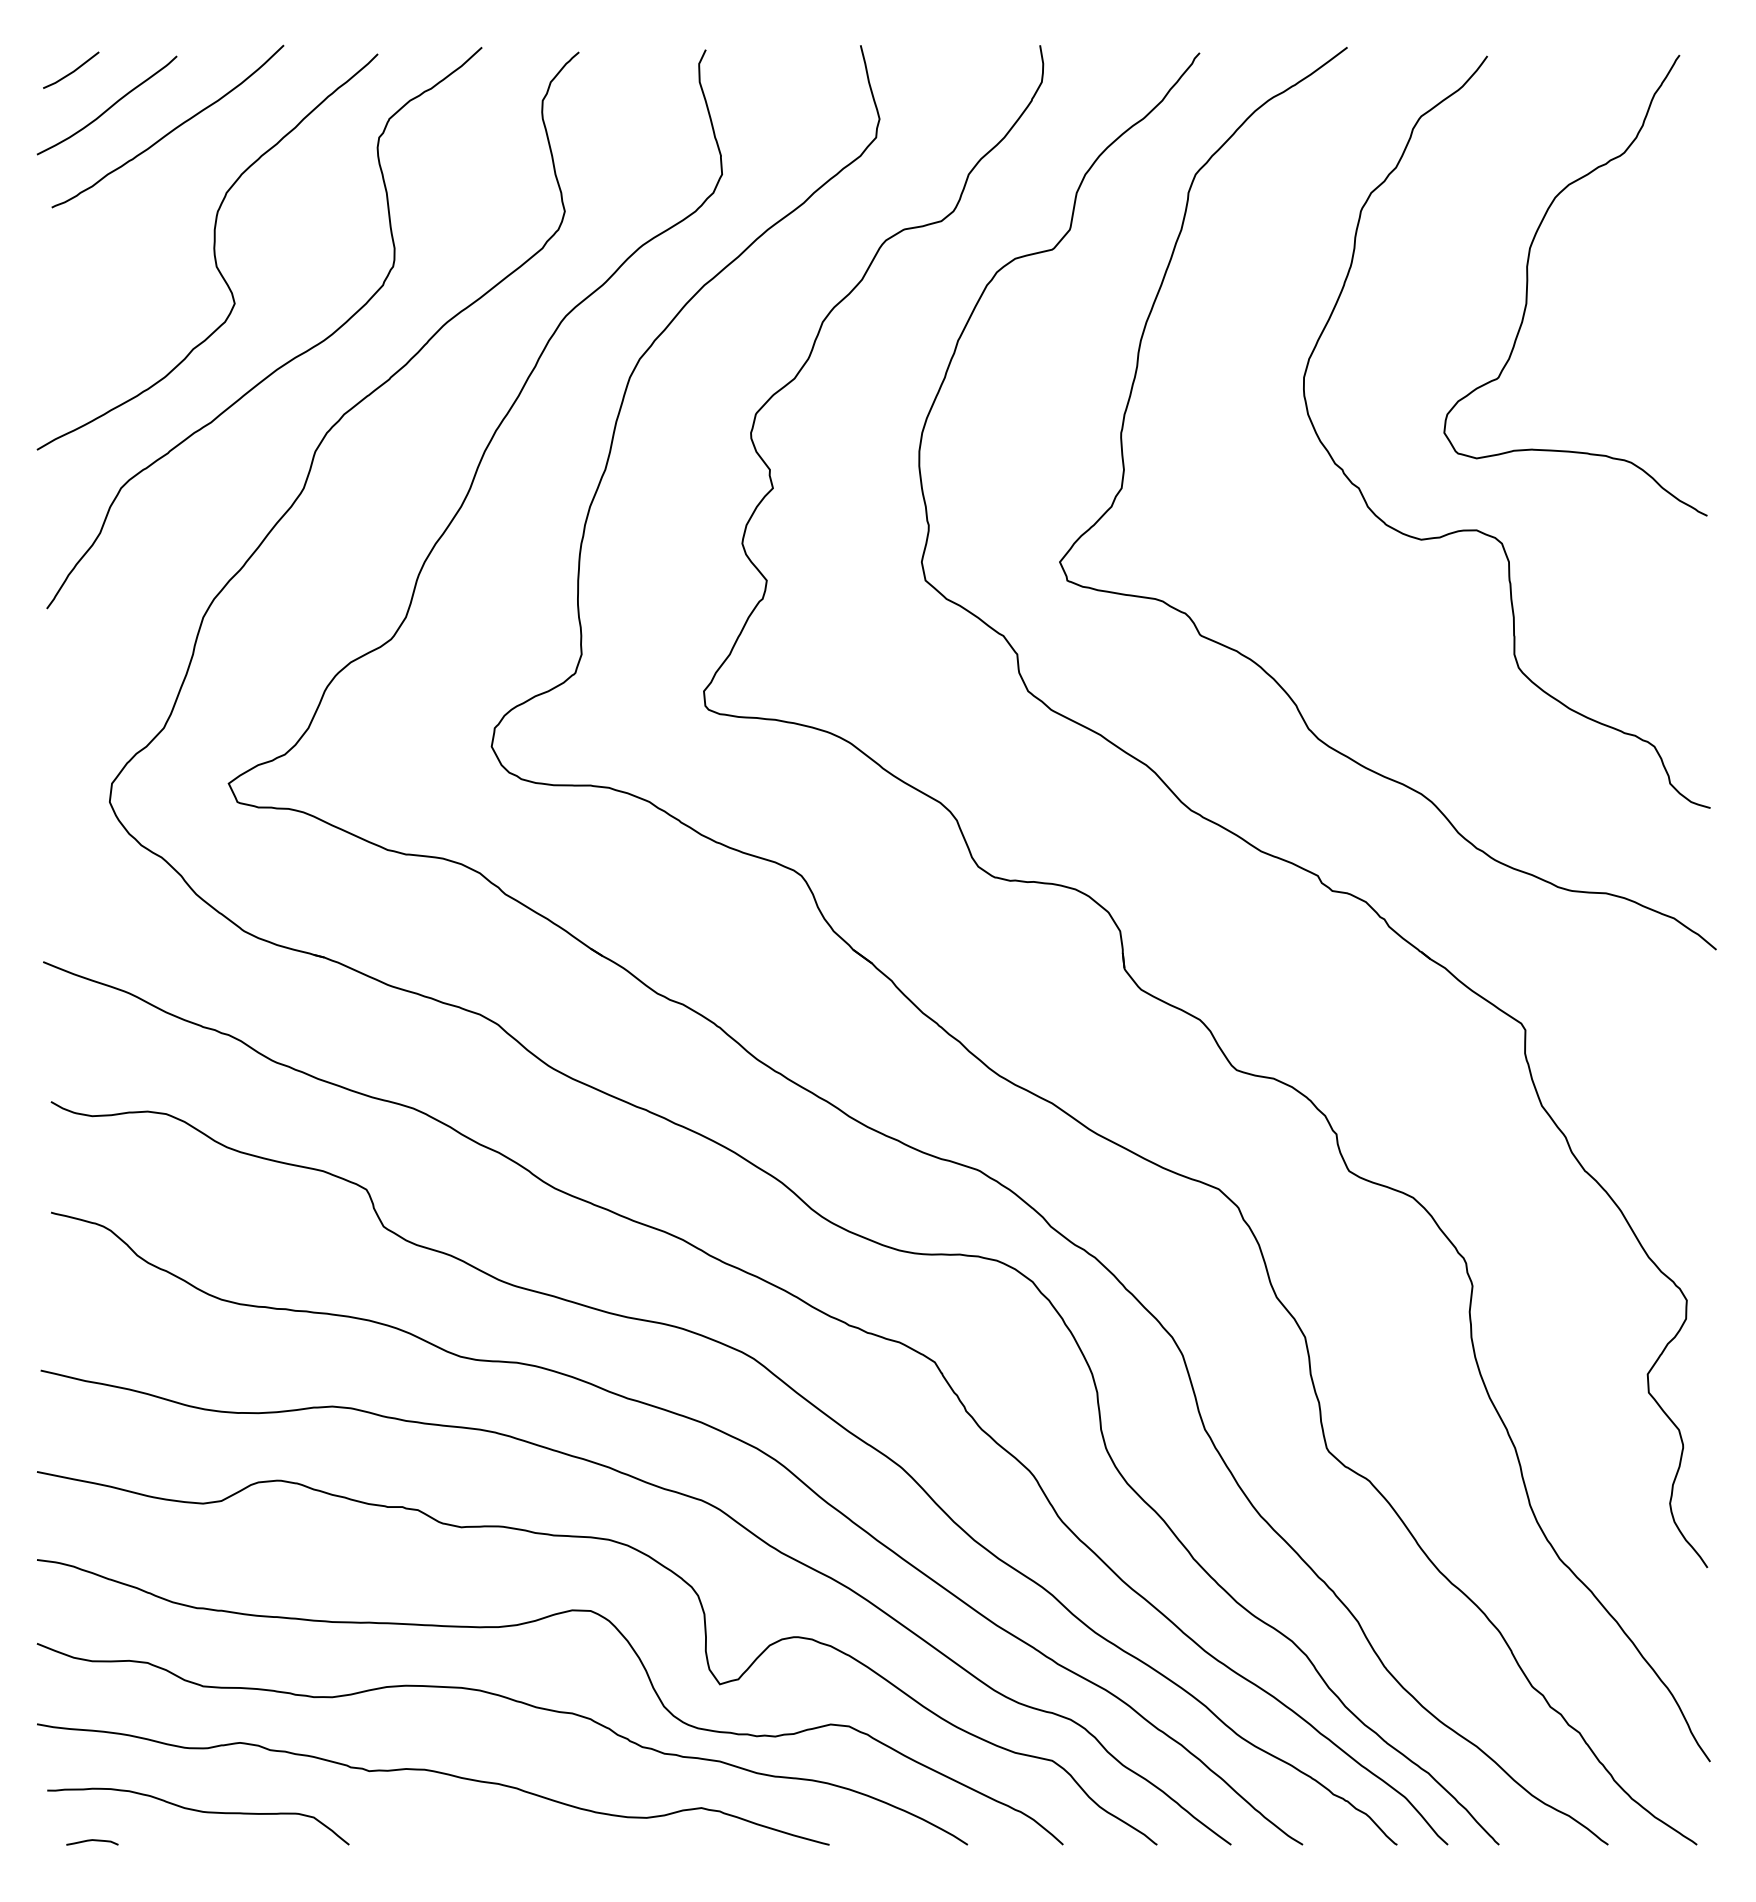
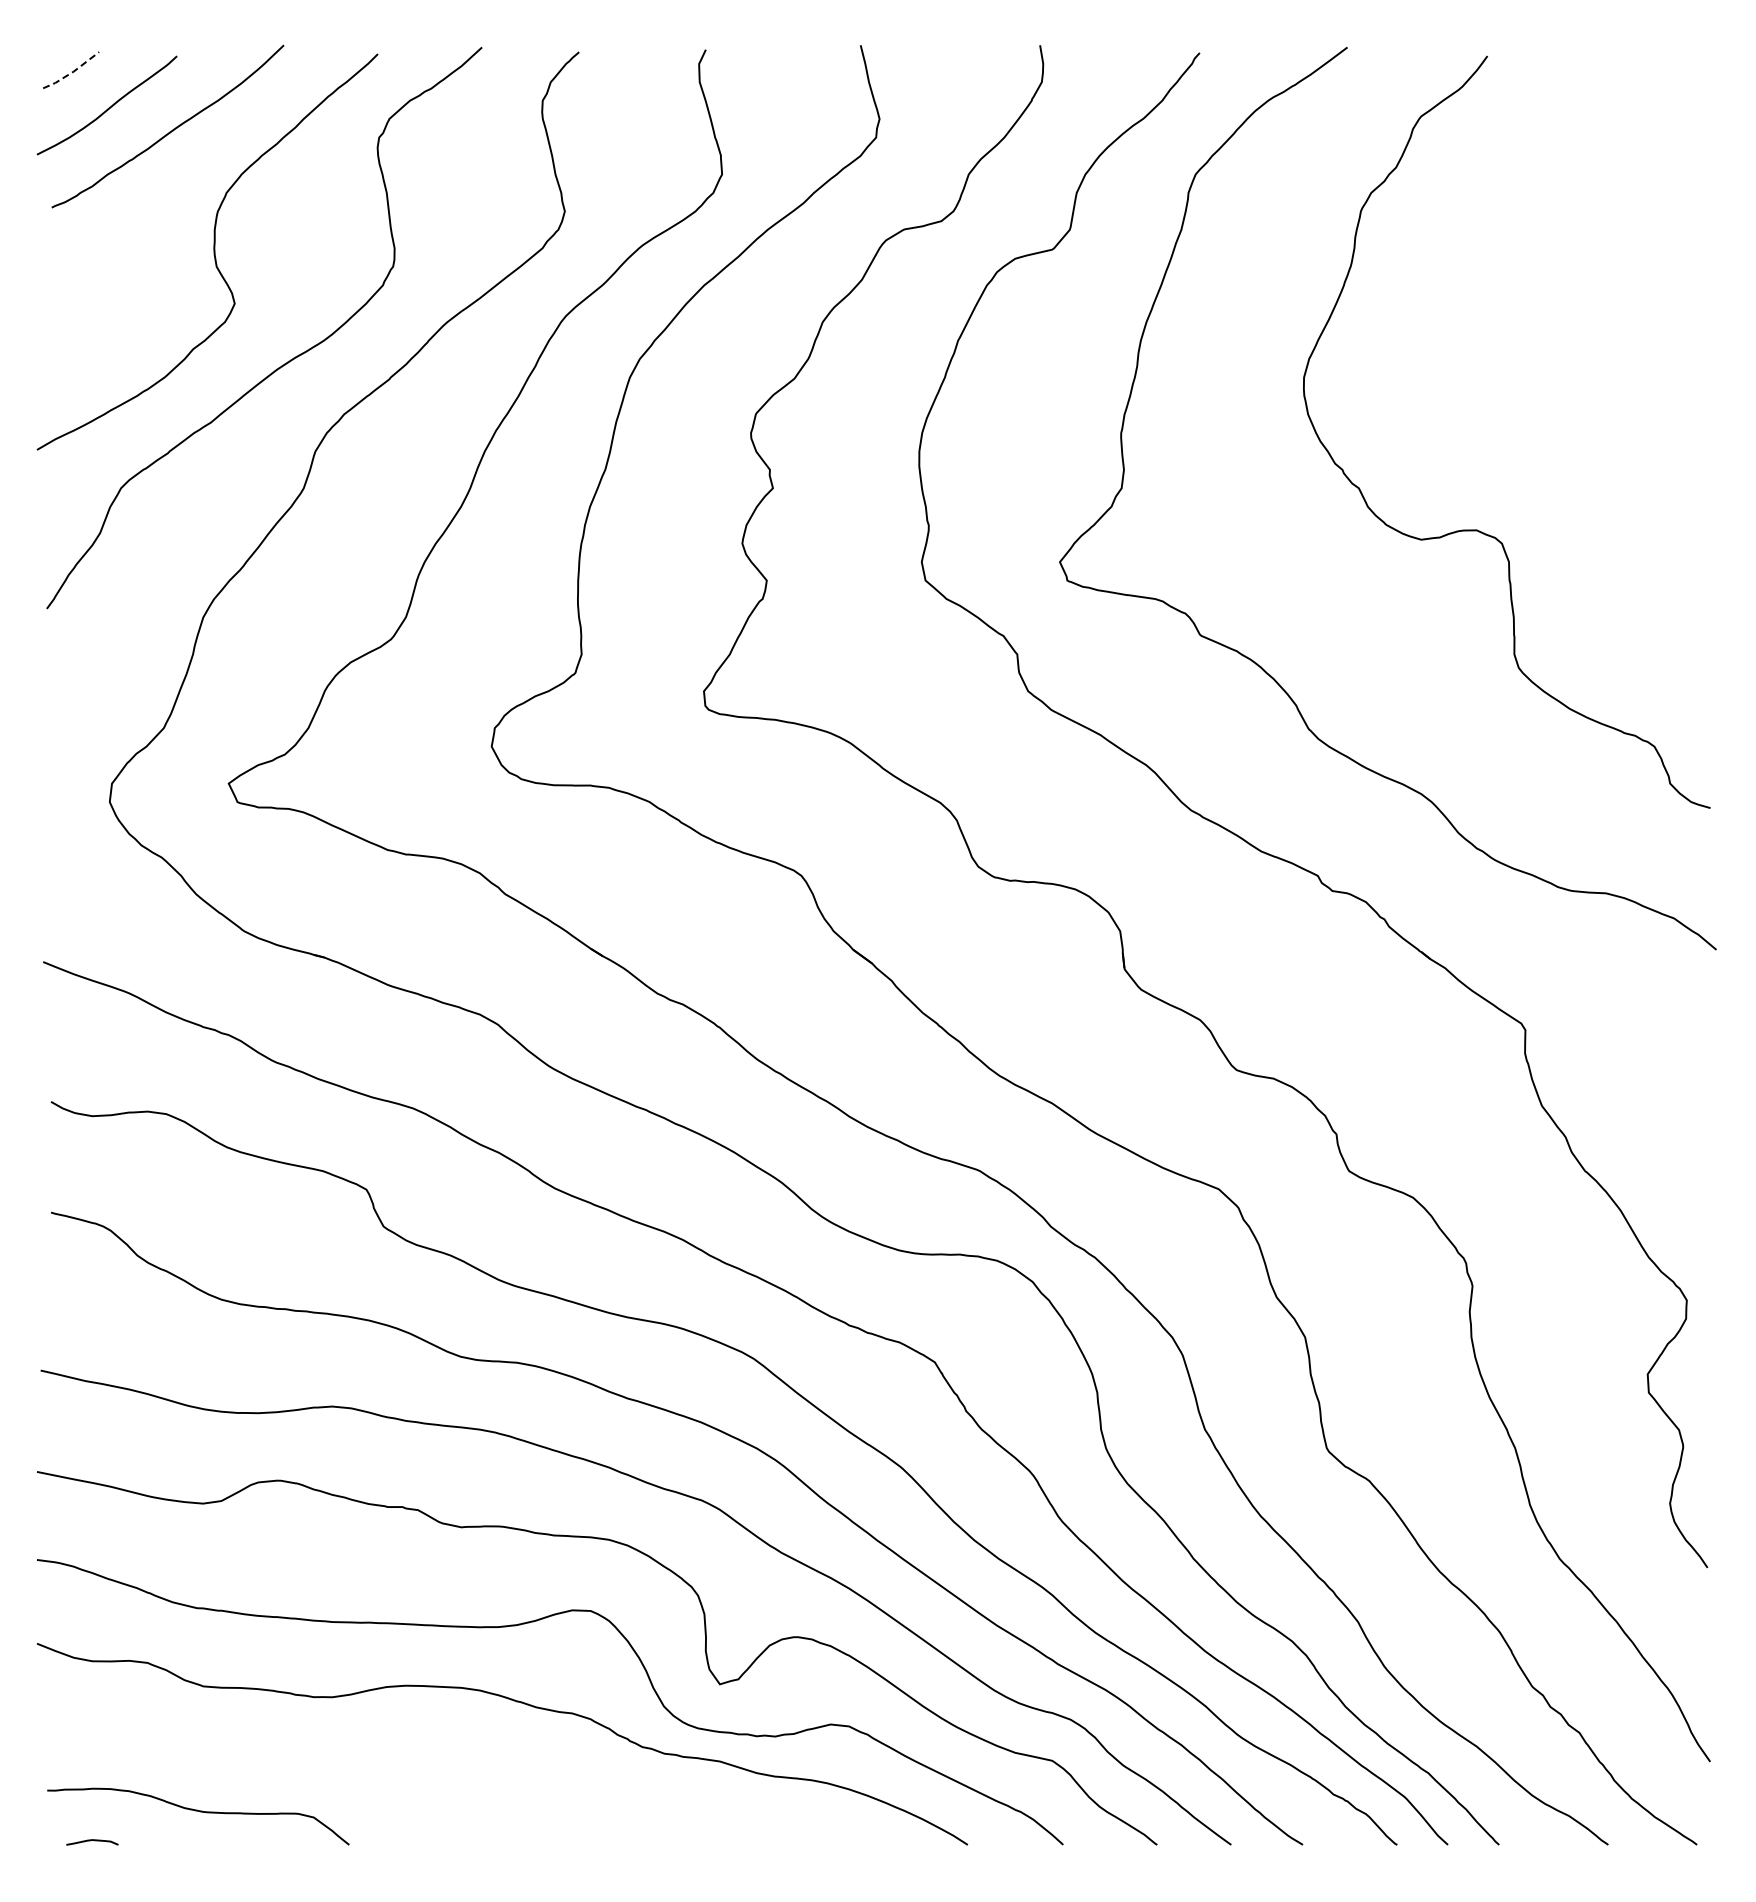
line at (72, 72): solid -> dashed
curve at (1528, 283): present -> none
curve at (433, 1772): present -> none
